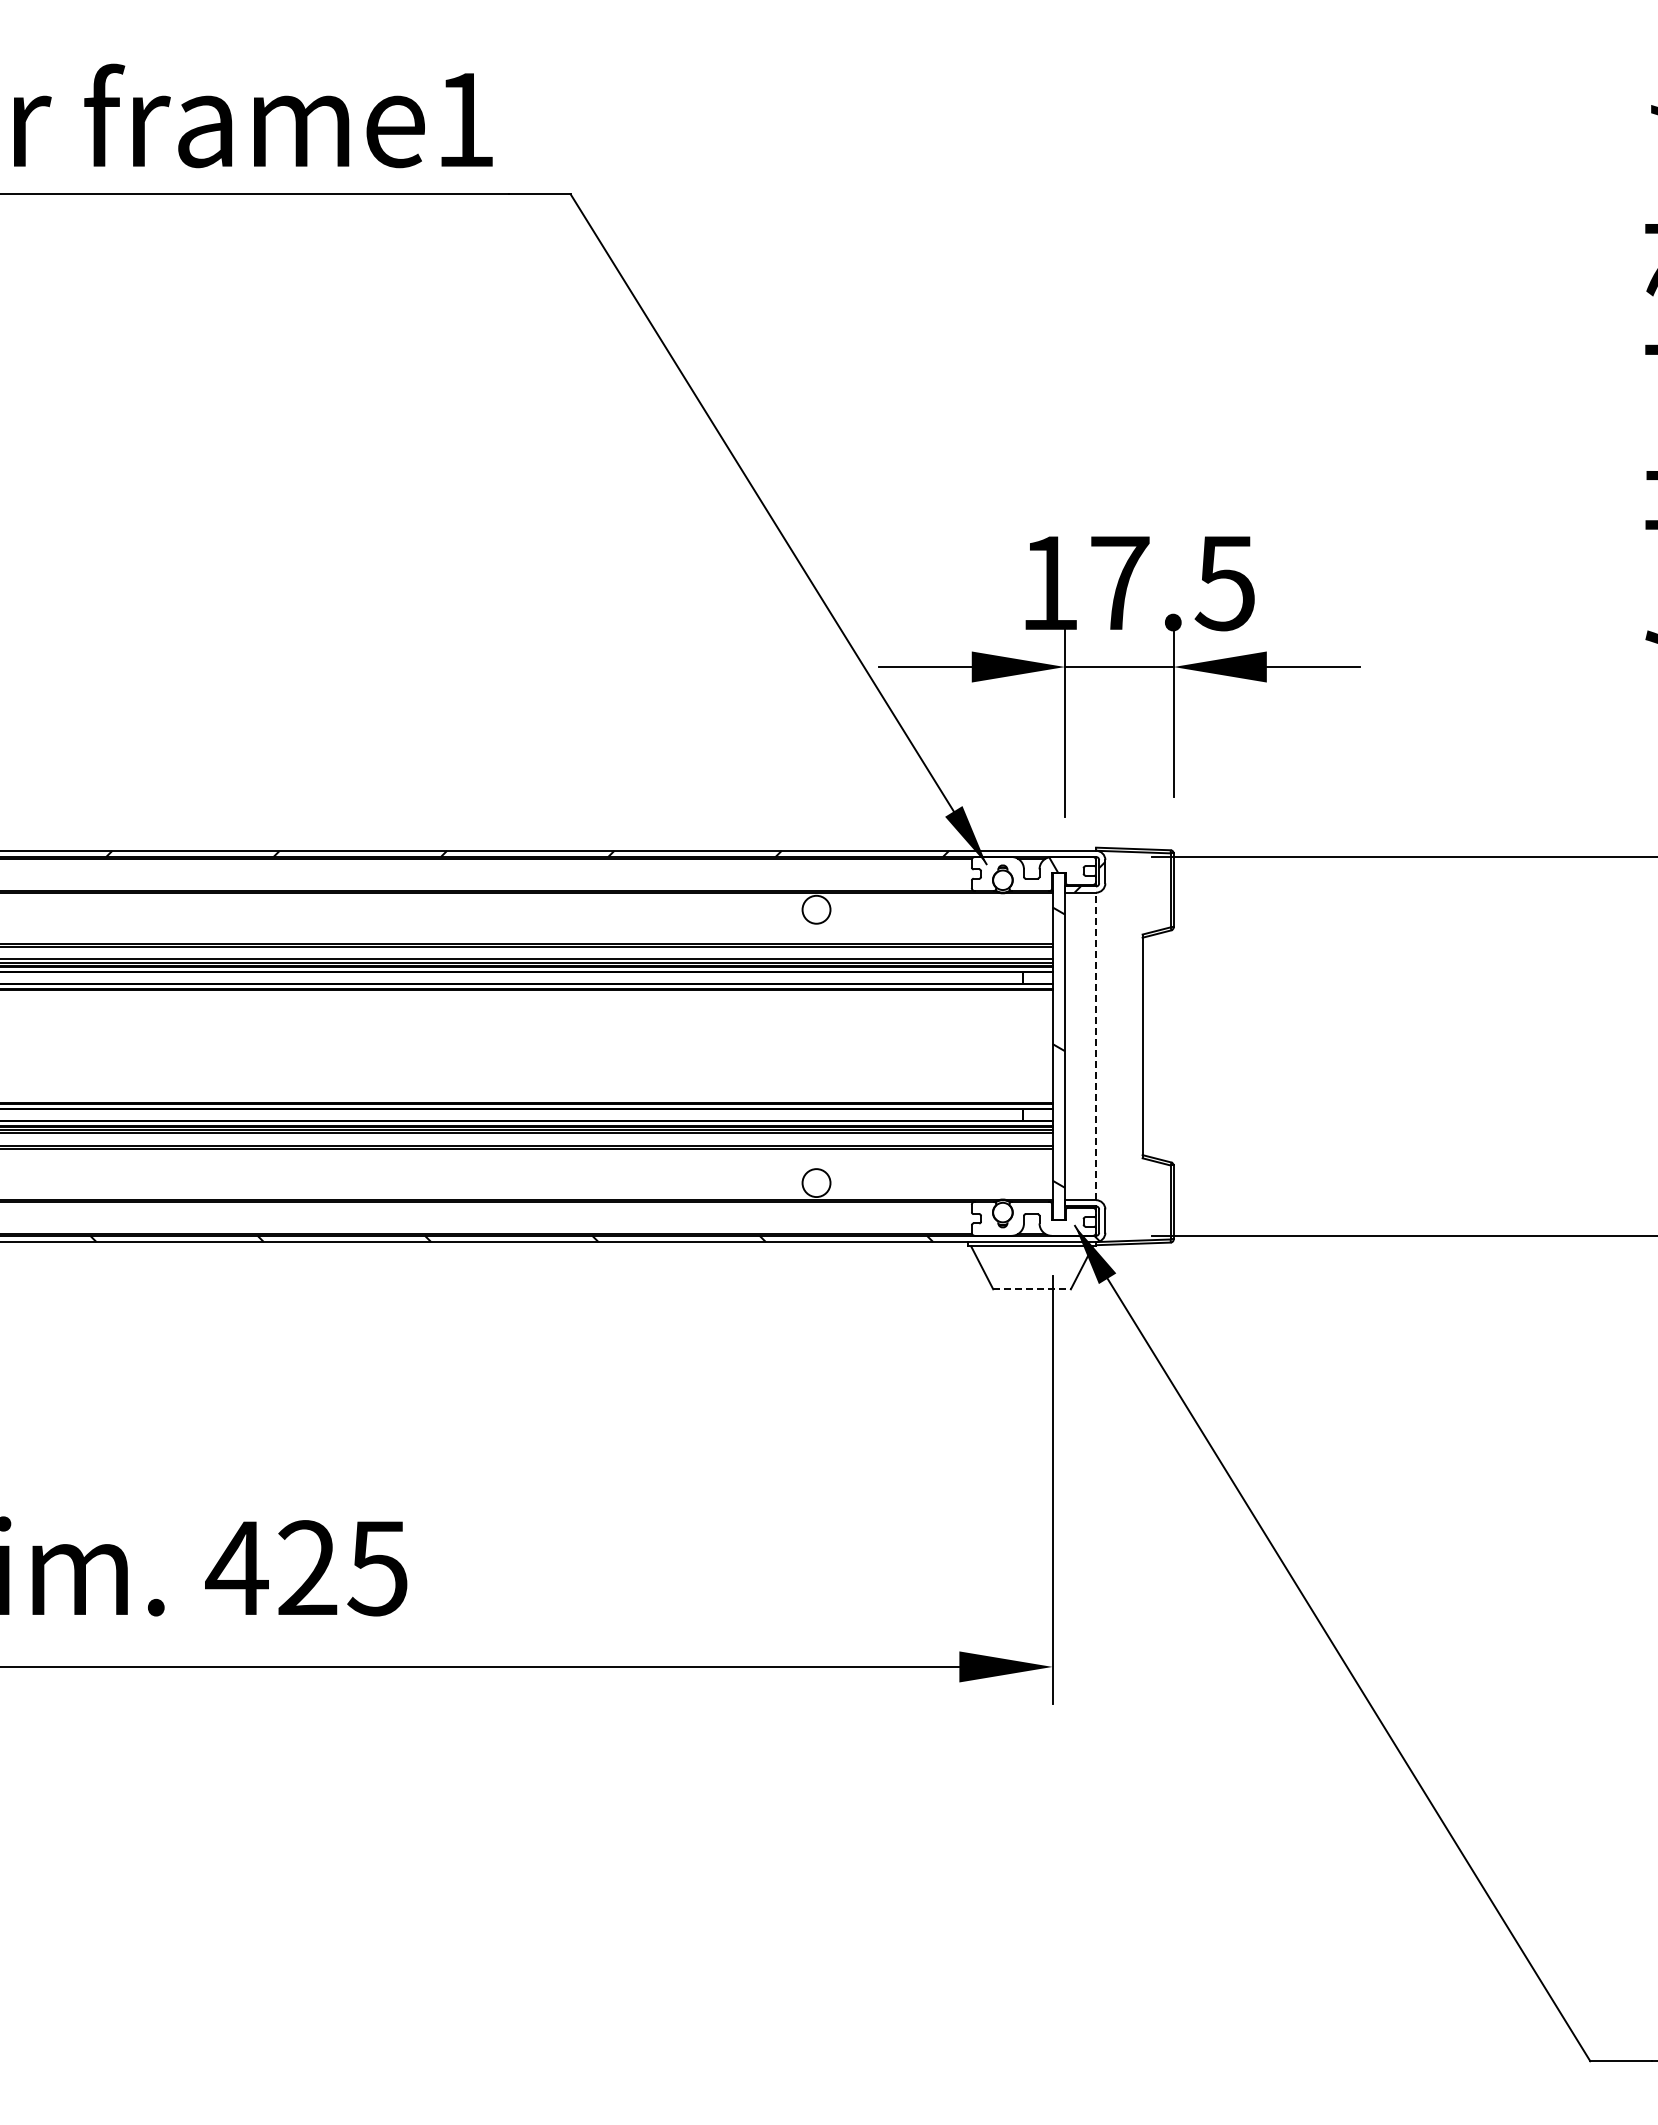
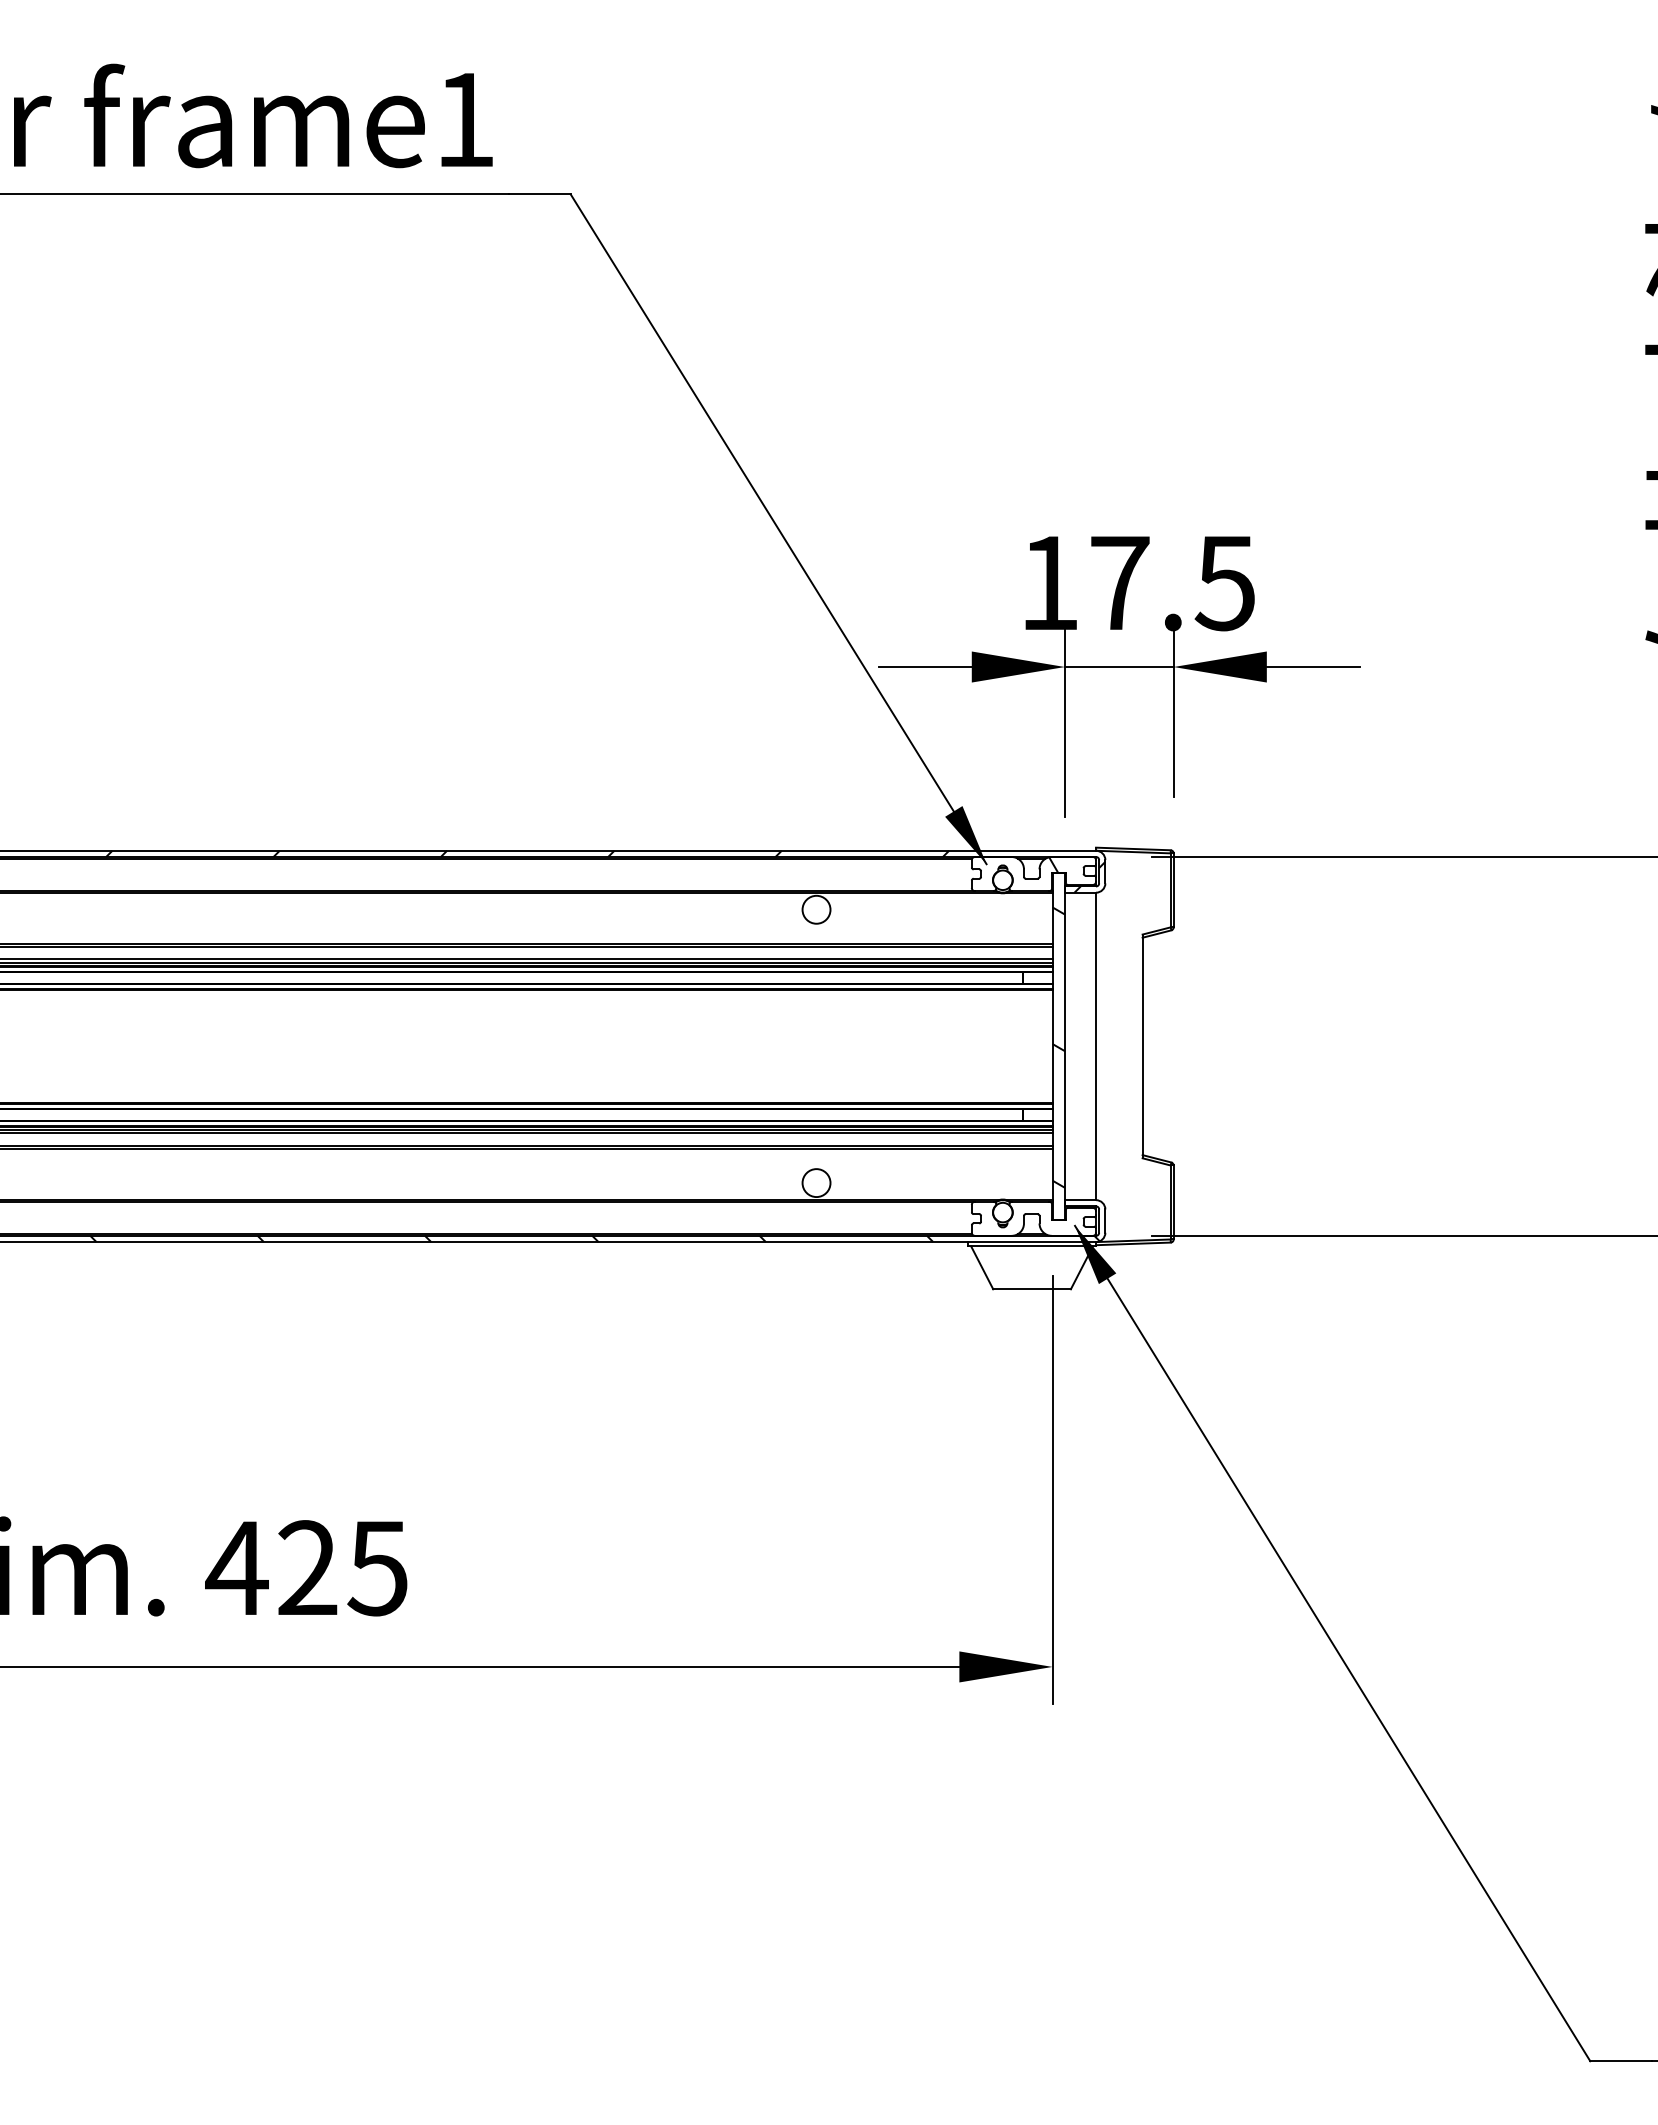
line at (1096, 1046): dashed -> solid
line at (1032, 1289): dashed -> solid
